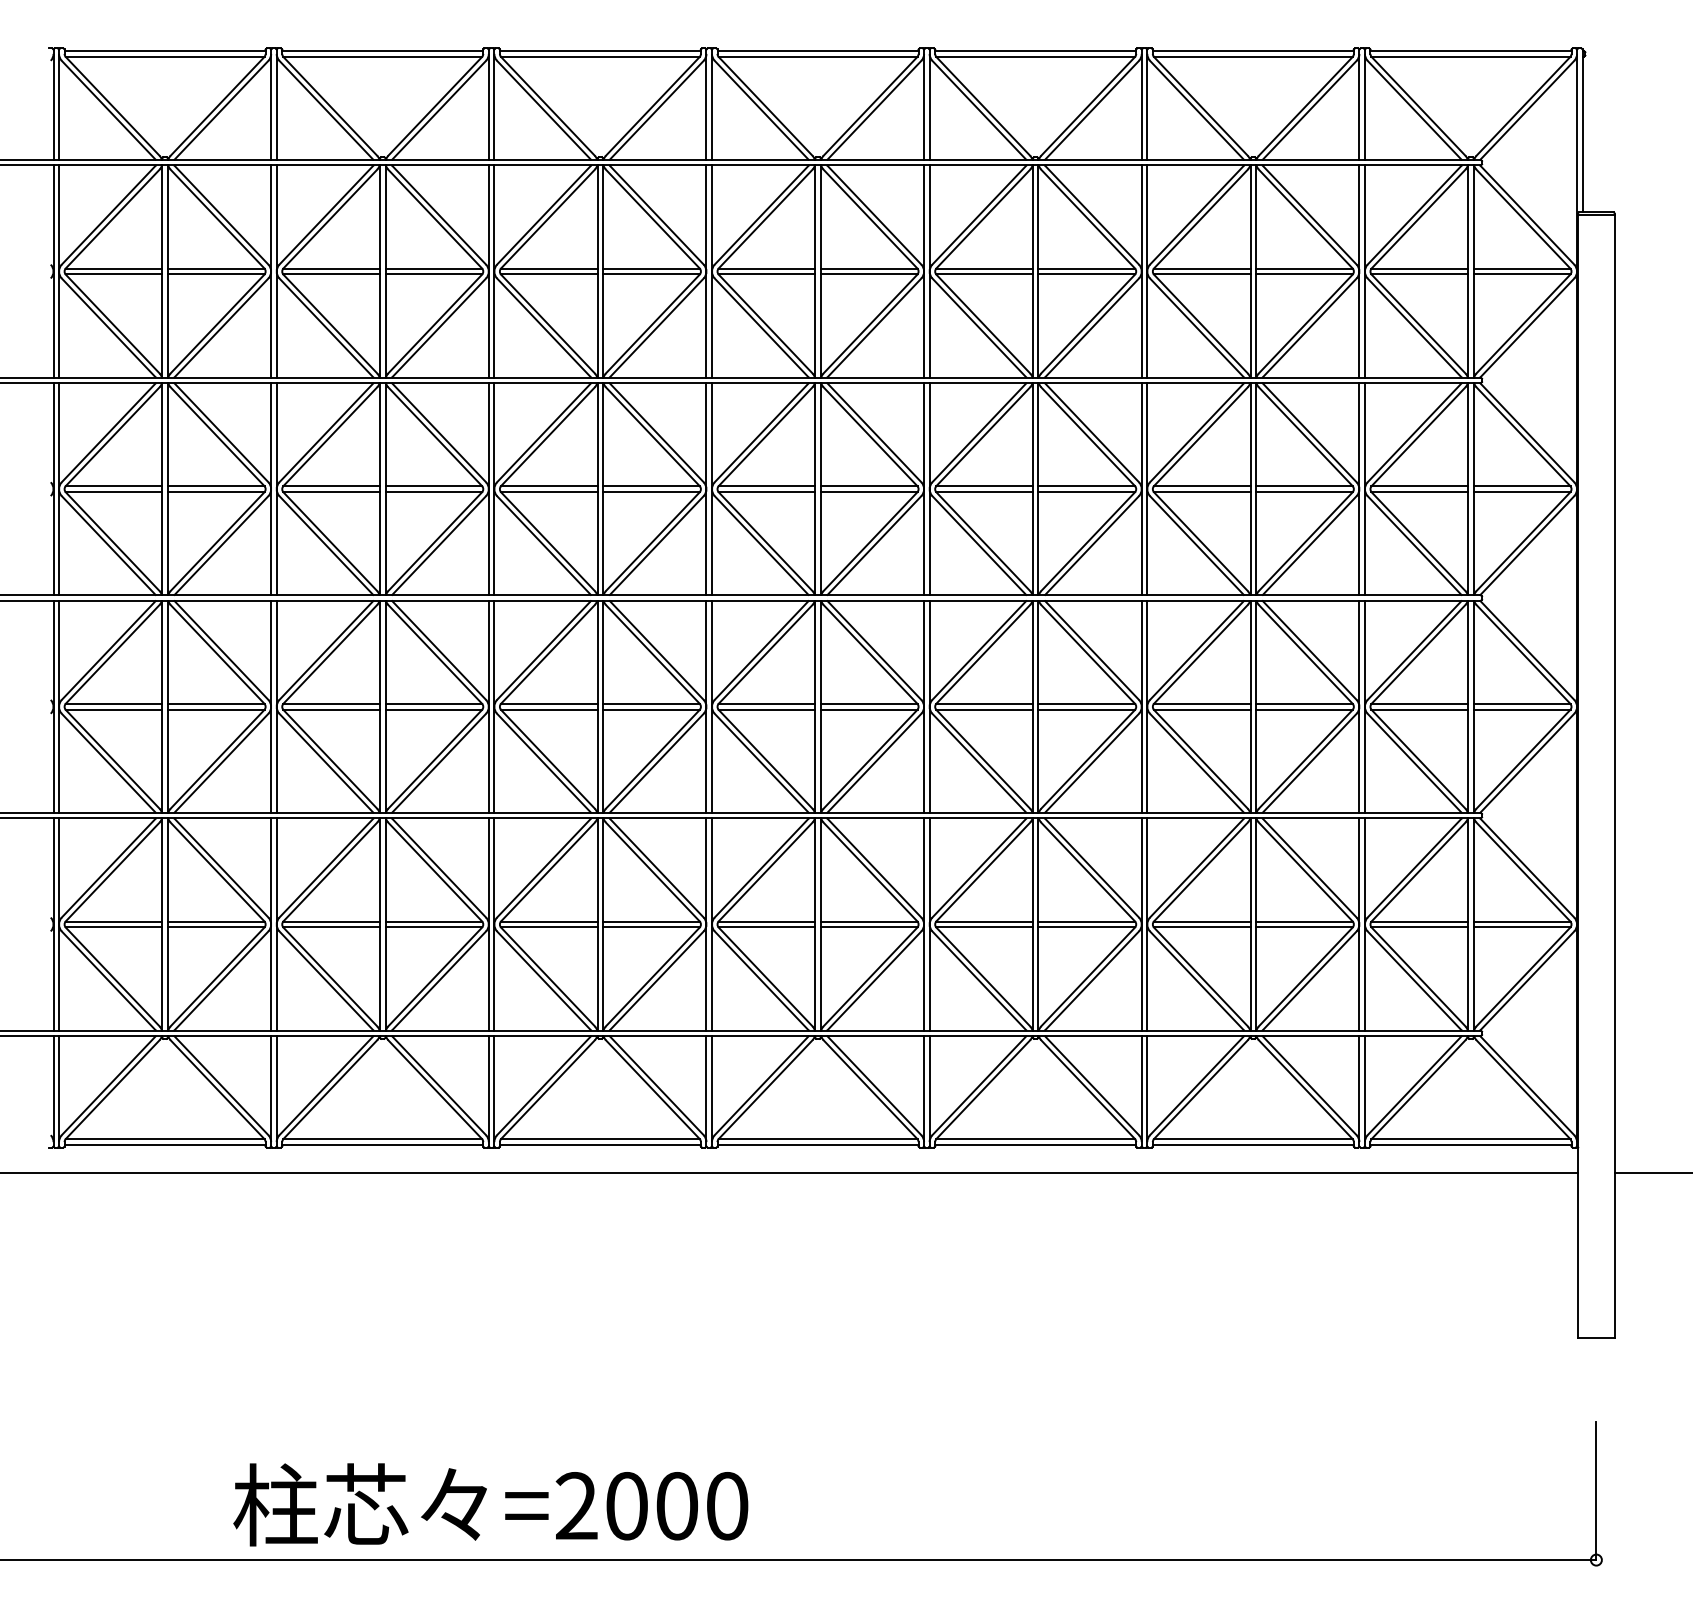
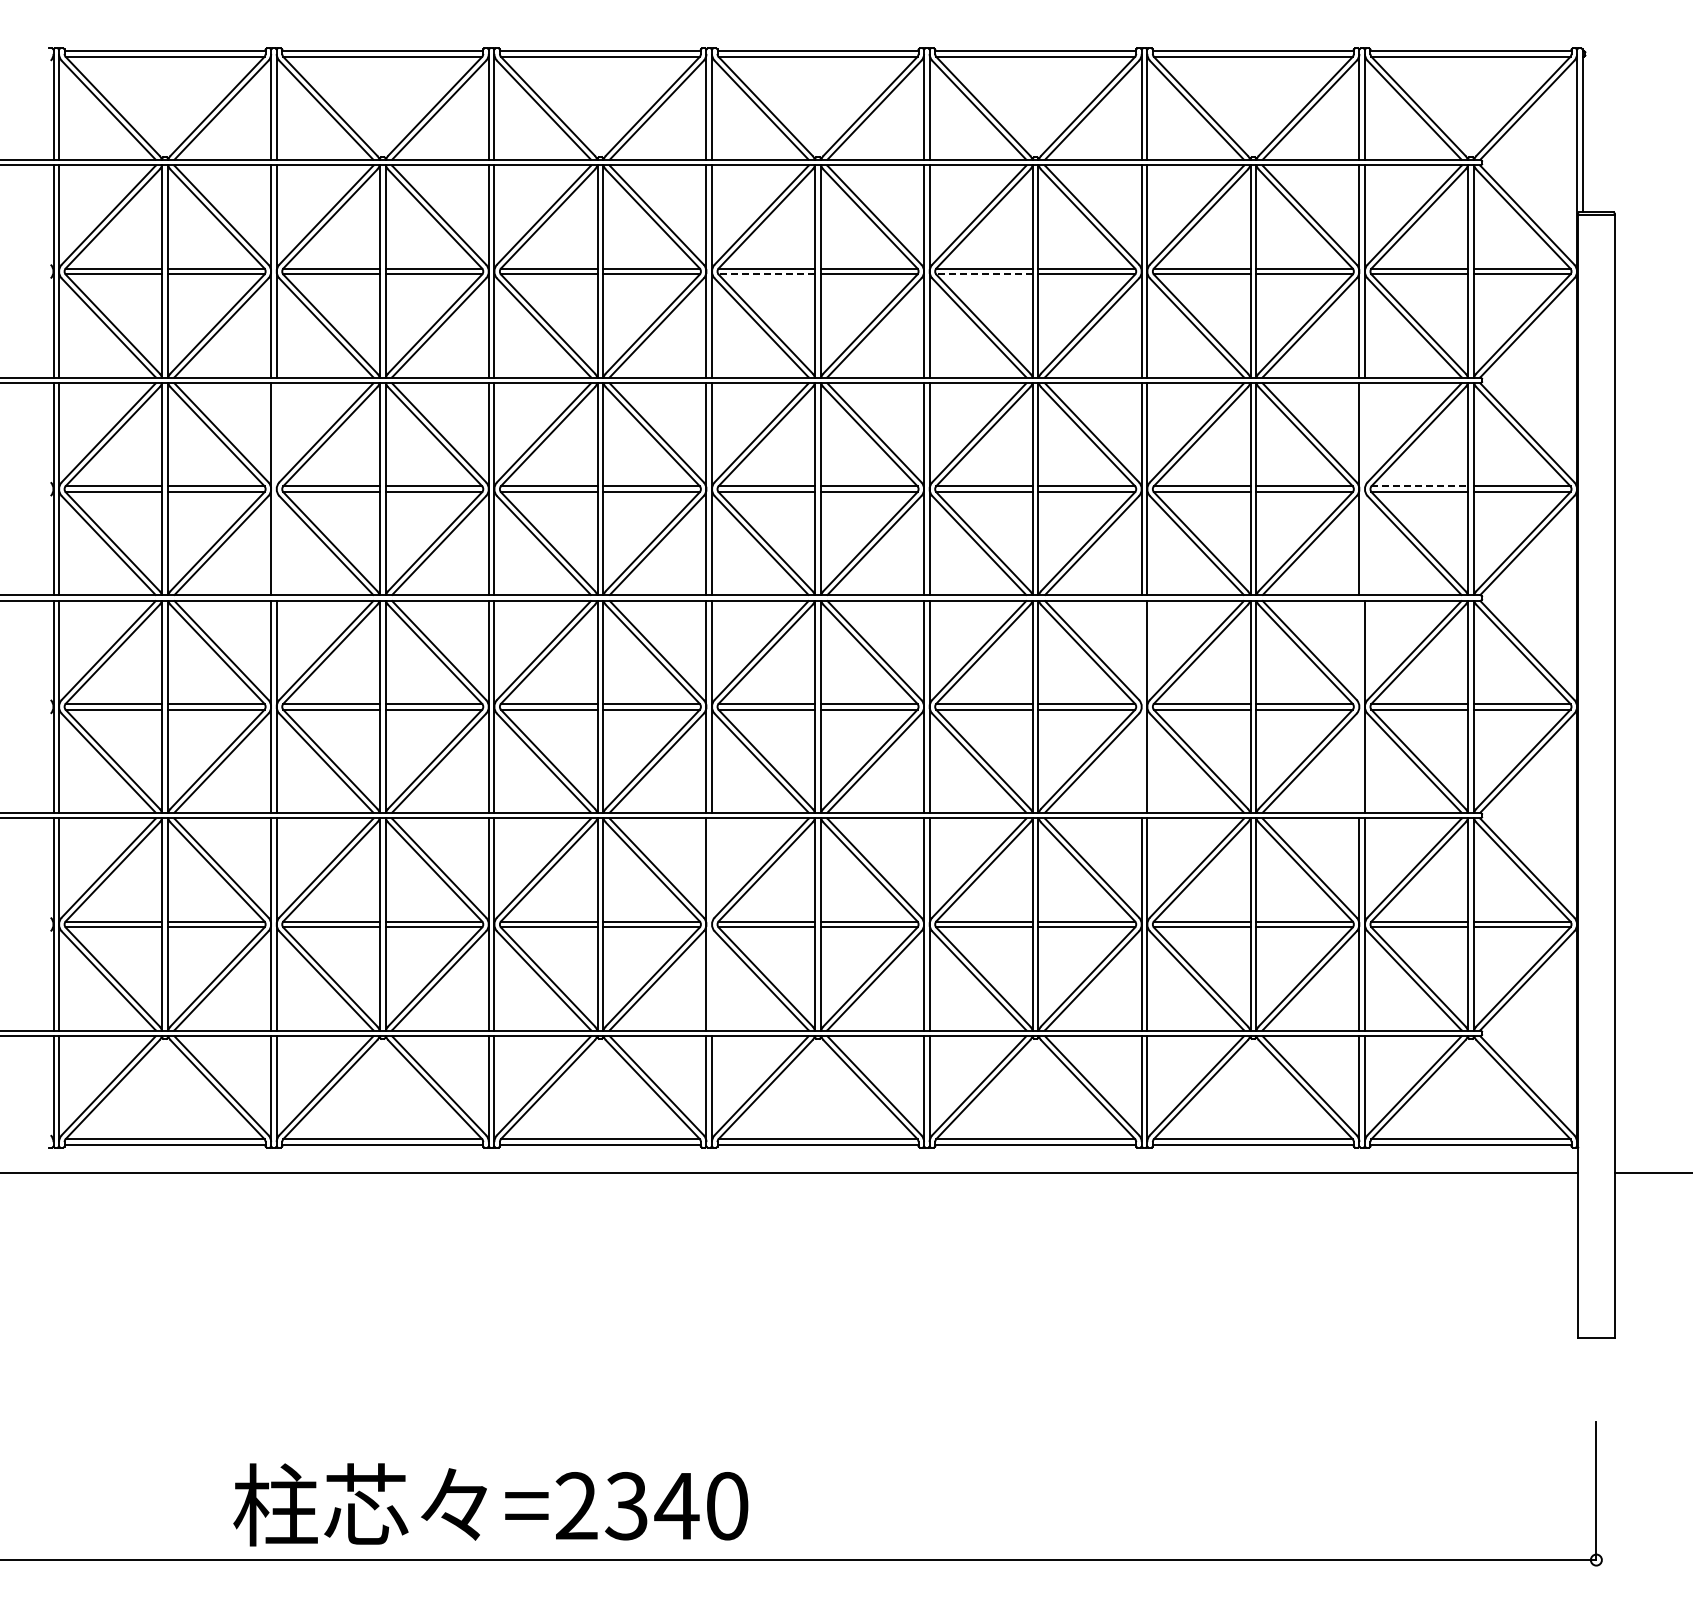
line at (766, 274): solid -> dashed
line at (984, 274): solid -> dashed
line at (1420, 486): solid -> dashed
line at (276, 489): present -> none
line at (1364, 489): present -> none
line at (1141, 706): present -> none
line at (1359, 706): present -> none
line at (712, 924): present -> none
text at (652, 1506): =2000 -> =2340
